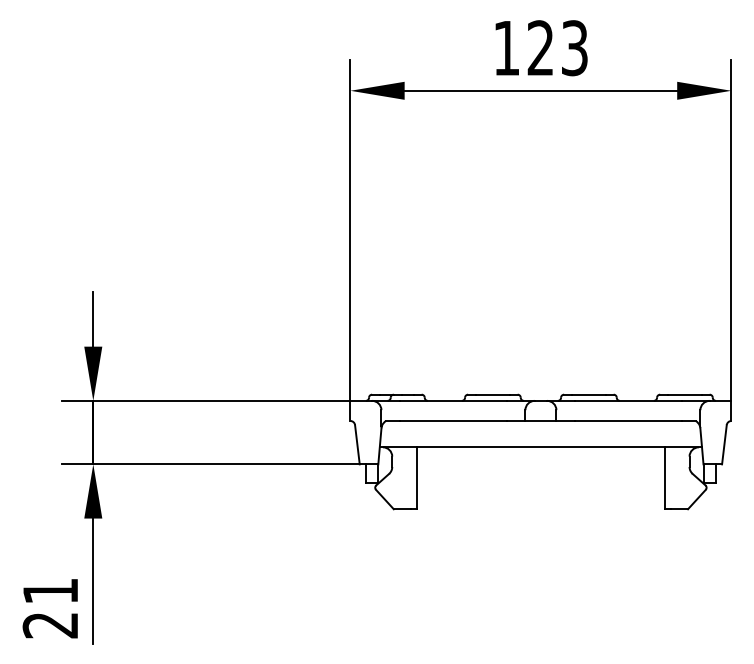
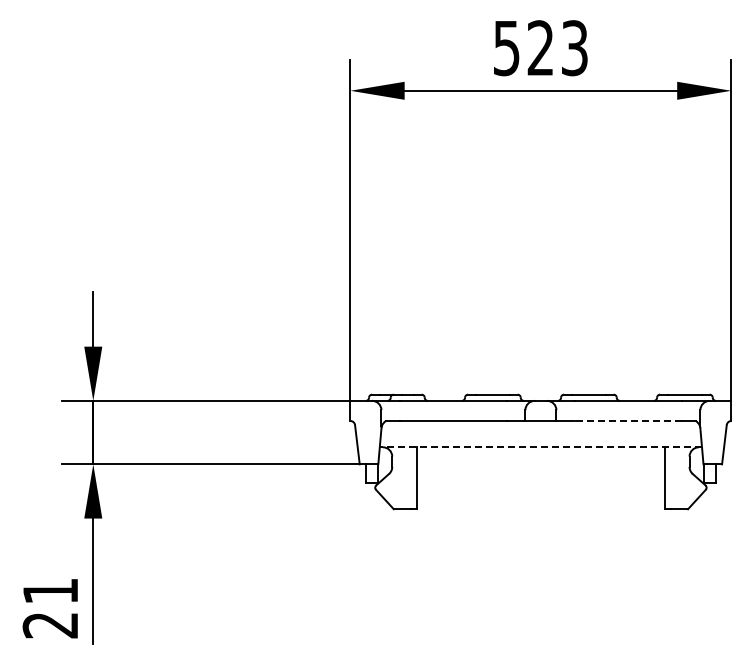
text at (506, 48): 123 -> 523
line at (627, 421): solid -> dashed
line at (540, 447): solid -> dashed
